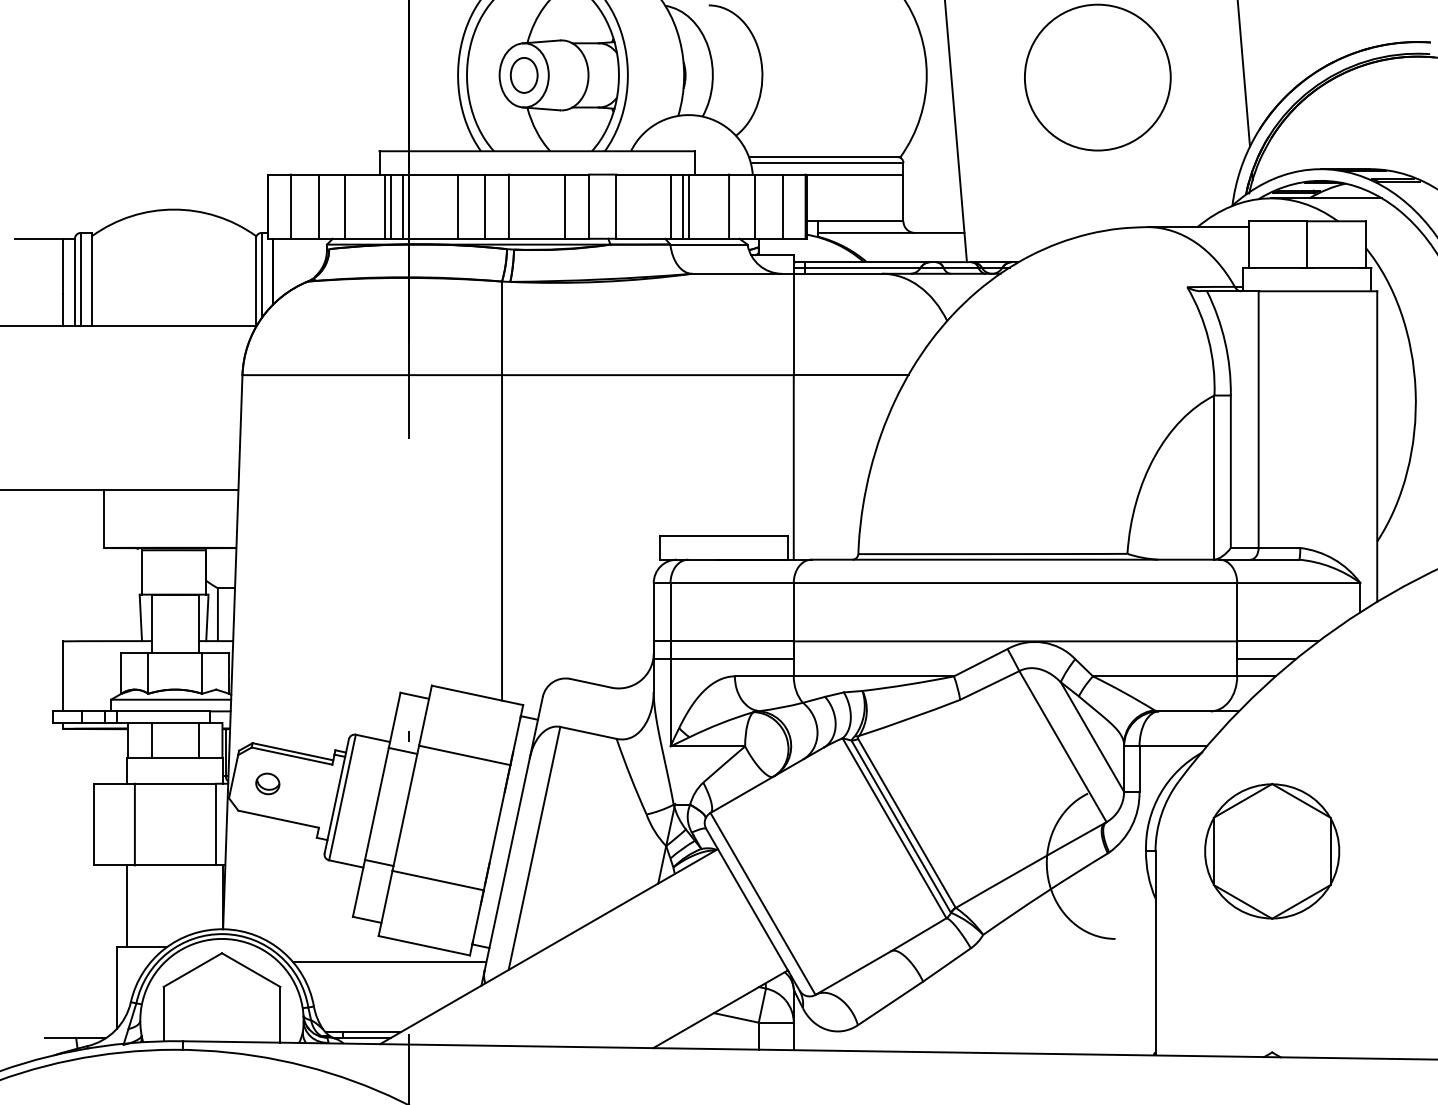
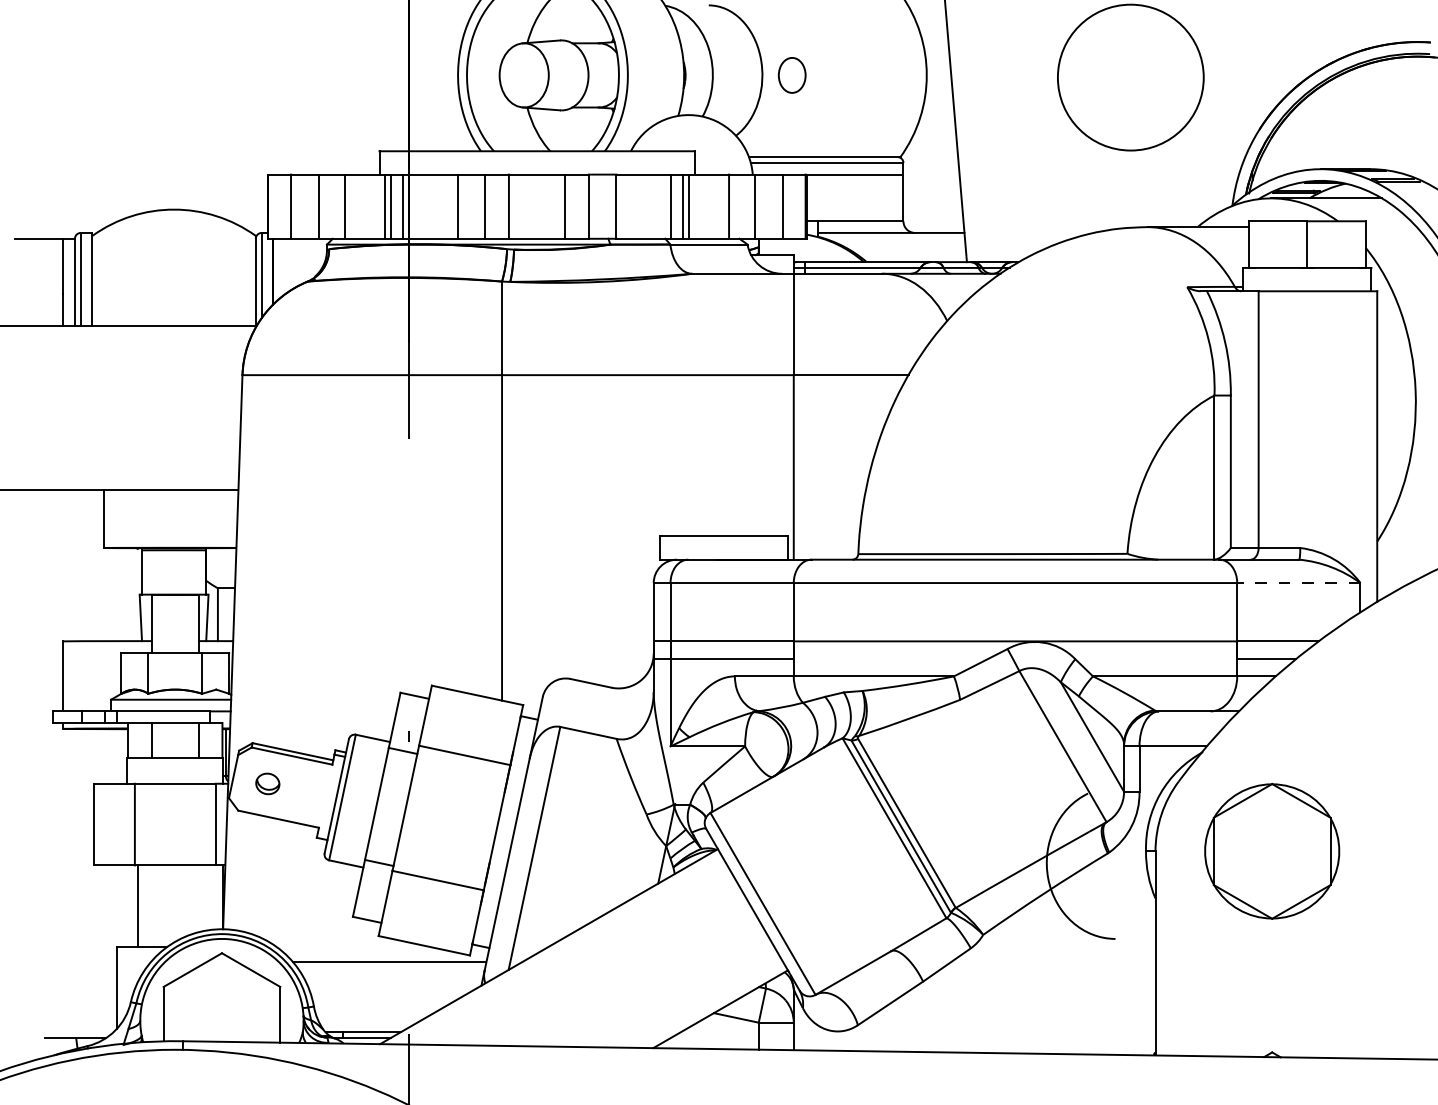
line at (1243, 74): present -> none
part at (523, 75) position: (523, 75) -> (791, 75)
circle at (1097, 77) position: (1097, 77) -> (1130, 77)
line at (1298, 583): solid -> dashed
line at (127, 906) position: (127, 906) -> (138, 906)
